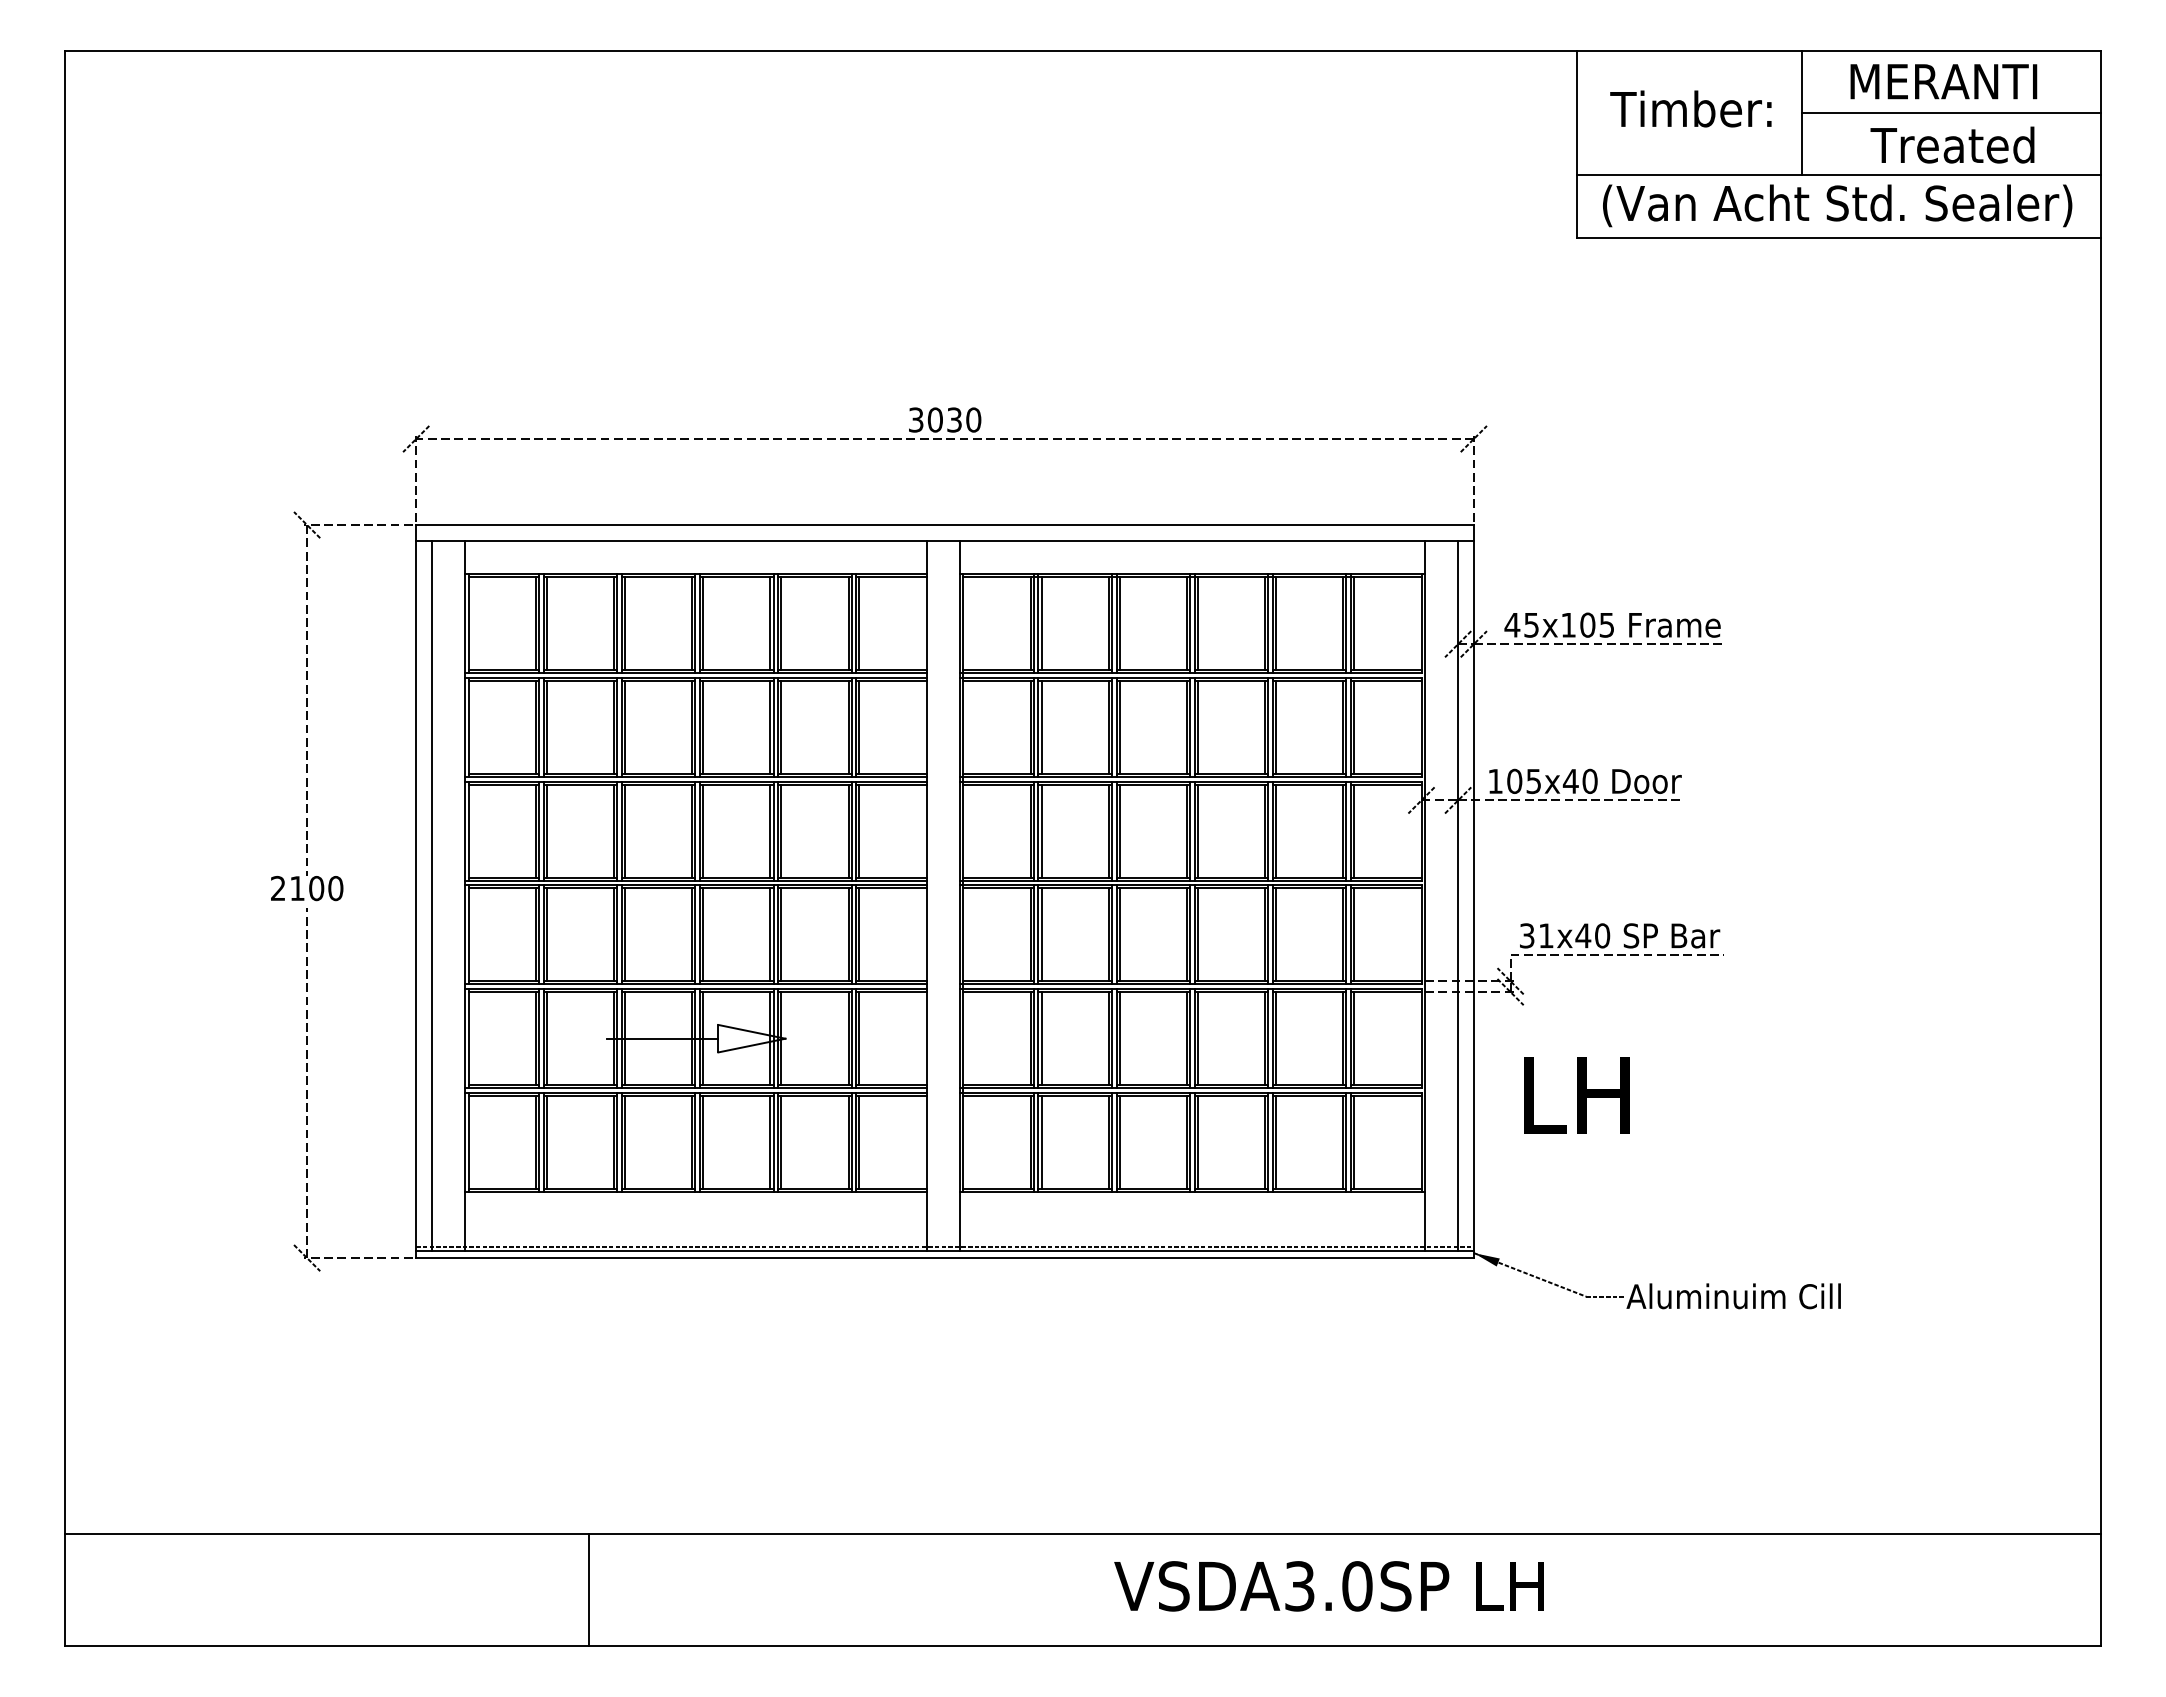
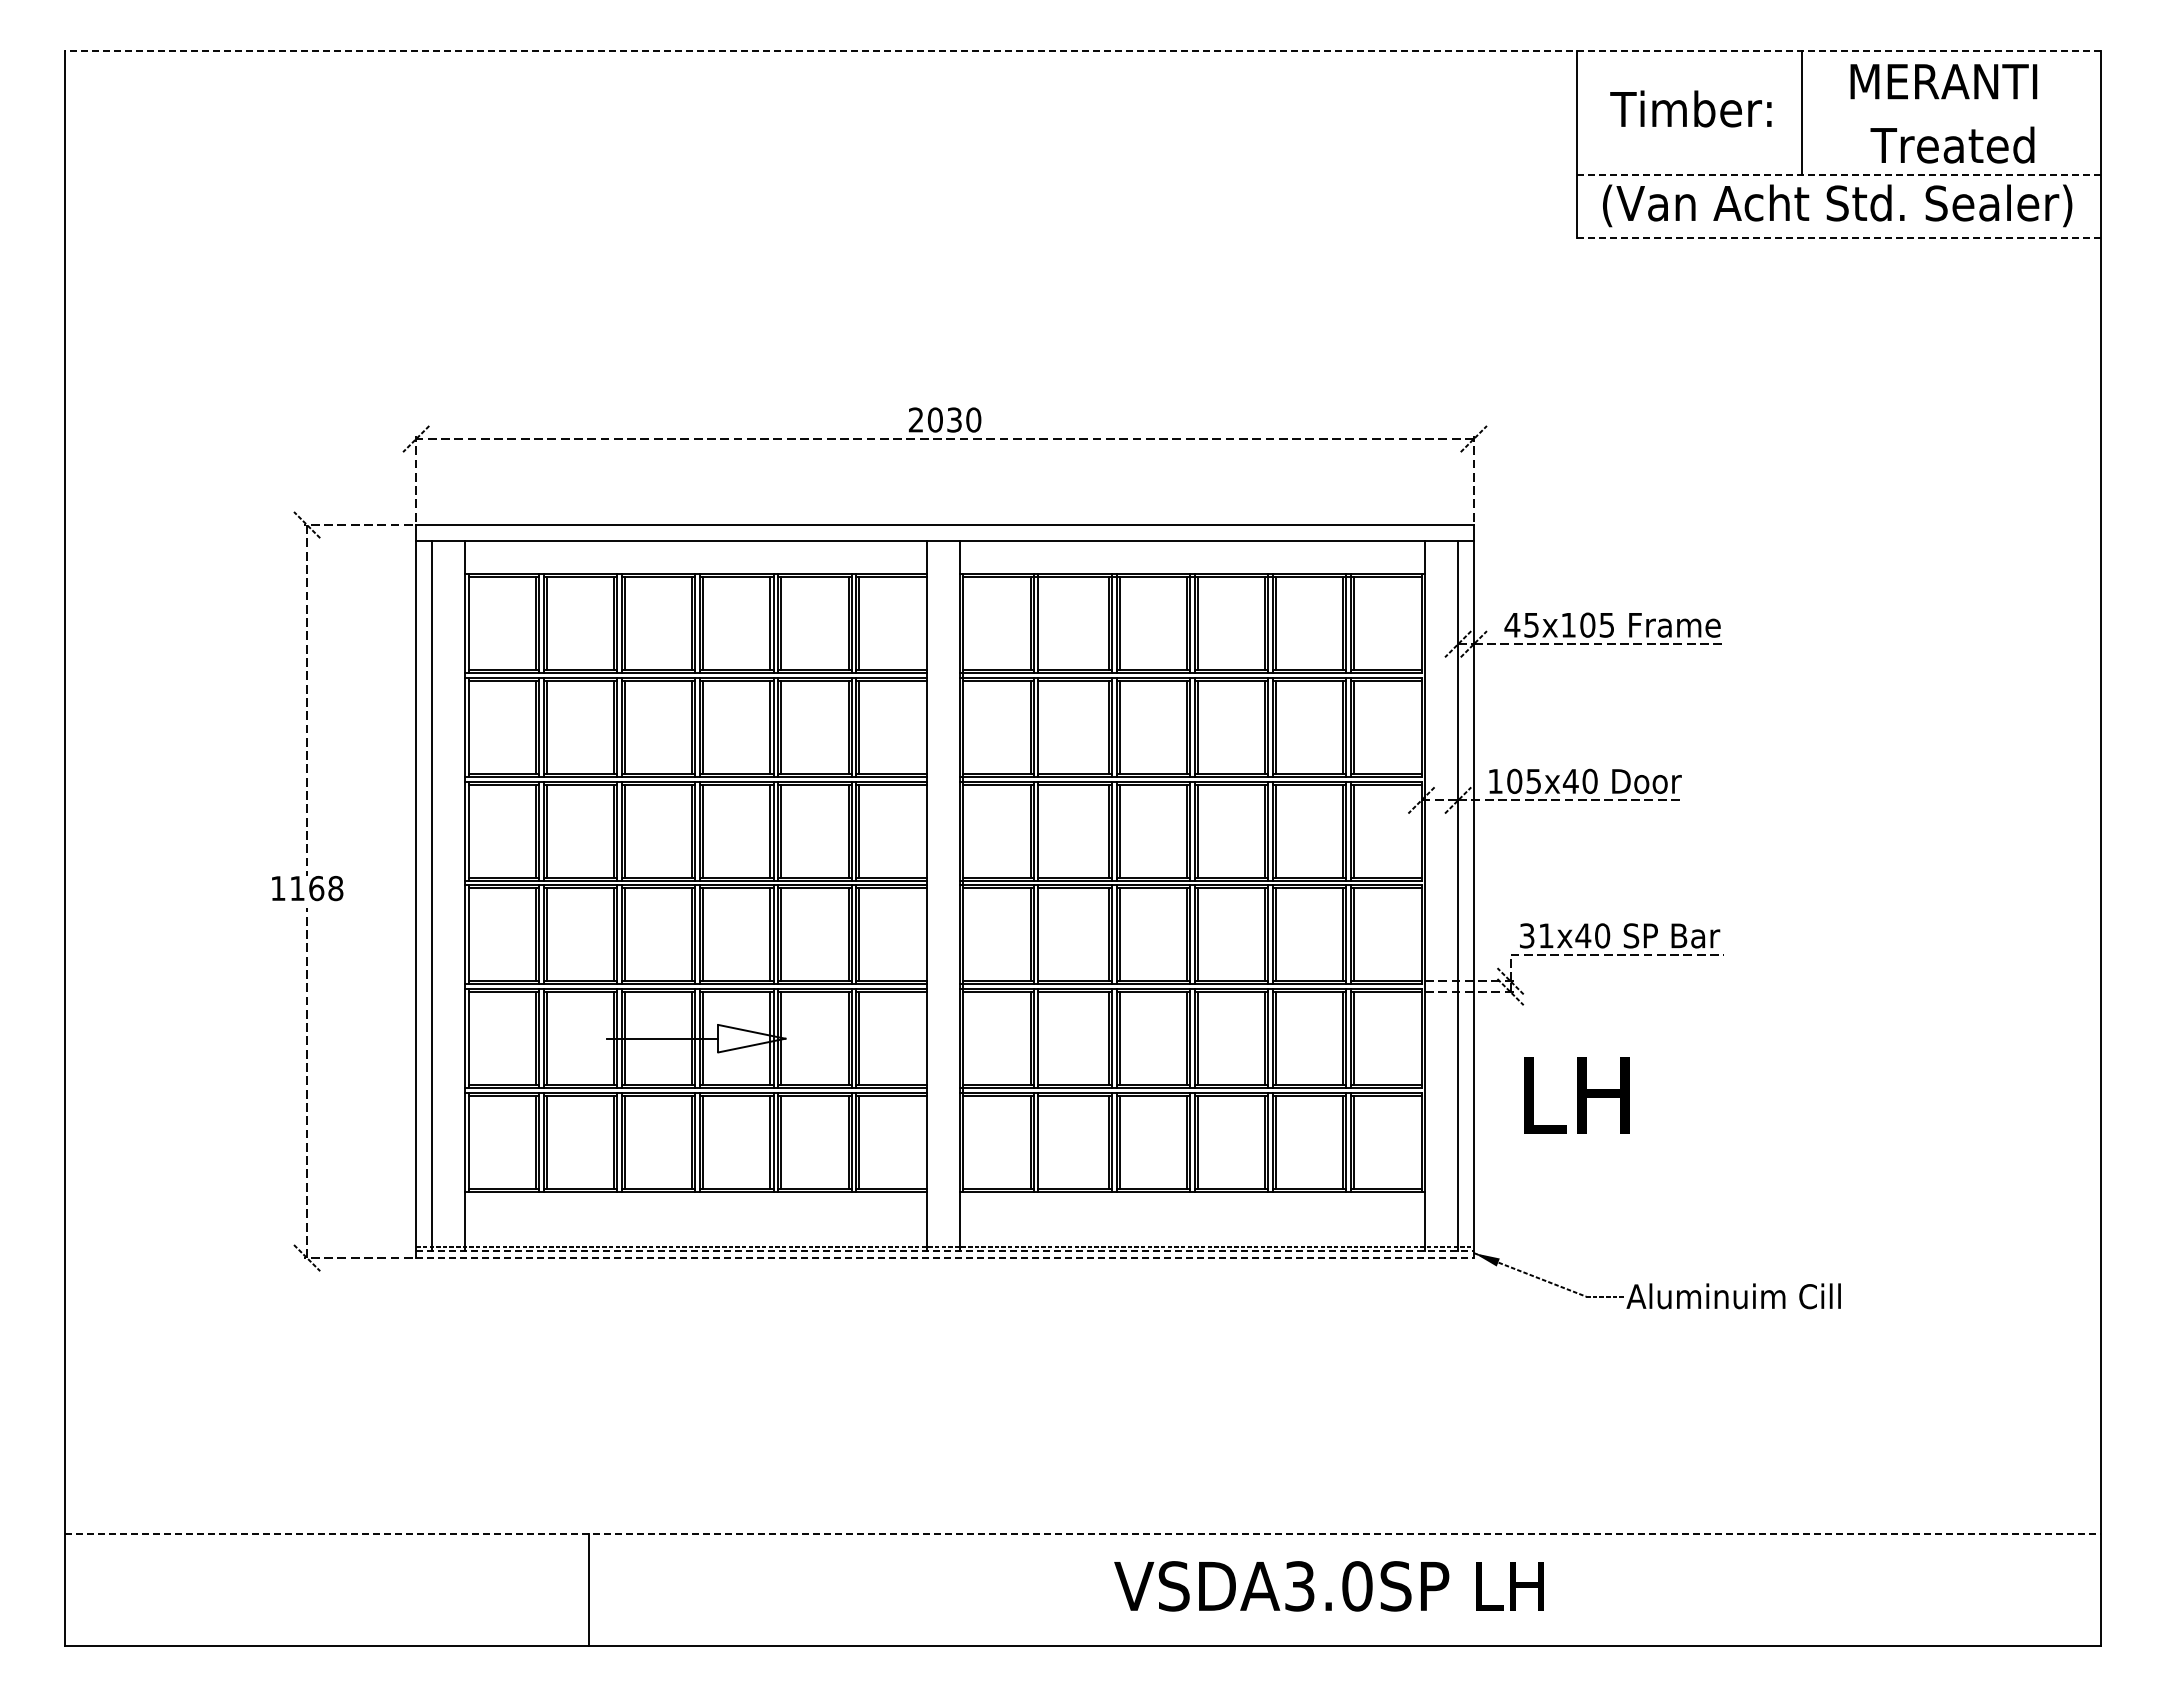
line at (1082, 50): solid -> dashed
line at (1951, 113): present -> none
line at (1839, 175): solid -> dashed
line at (1839, 237): solid -> dashed
text at (915, 419): 3030 -> 2030
line at (1041, 623): present -> none
line at (1041, 727): present -> none
line at (1041, 830): present -> none
text at (307, 887): 2100 -> 1168
line at (1041, 934): present -> none
line at (1041, 1038): present -> none
line at (1041, 1141): present -> none
line at (945, 1251): solid -> dashed
line at (945, 1258): solid -> dashed
line at (1083, 1533): solid -> dashed
